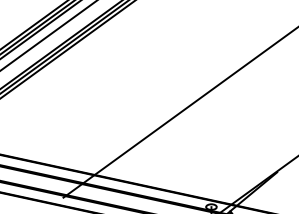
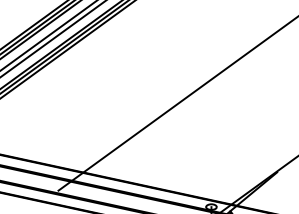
line at (52, 39): none -> present
line at (179, 112) position: (179, 112) -> (176, 104)
